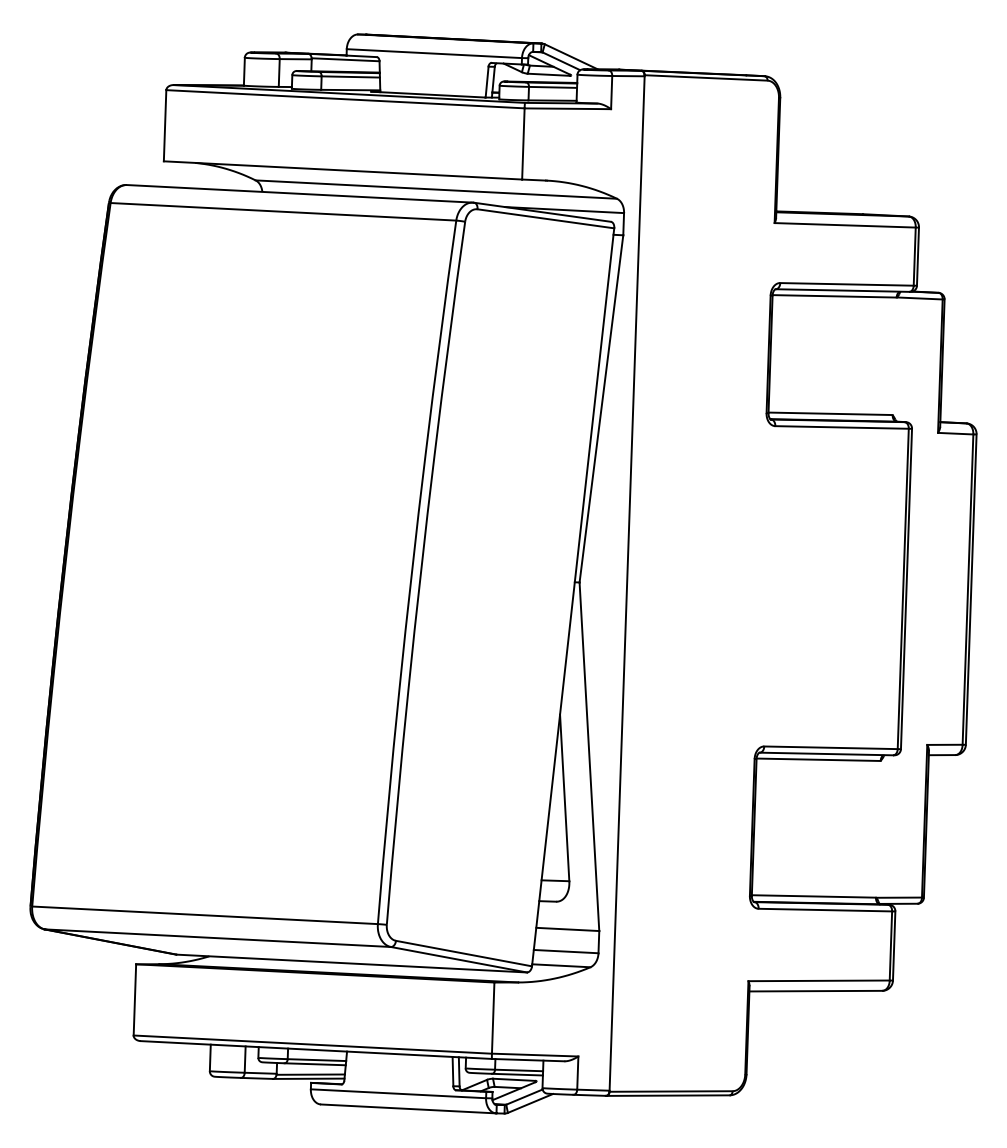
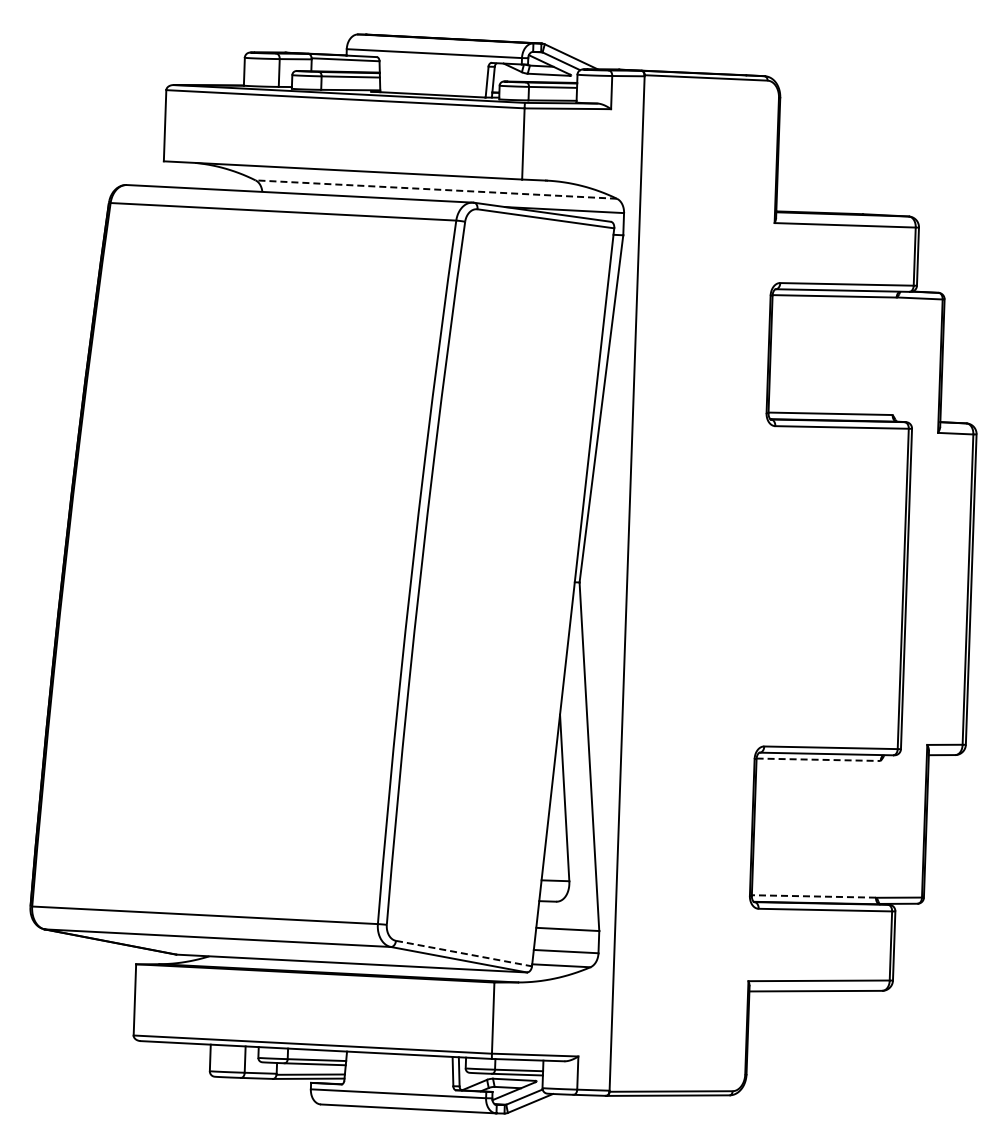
line at (436, 189): solid -> dashed
line at (819, 759): solid -> dashed
line at (813, 896): solid -> dashed
line at (464, 953): solid -> dashed
